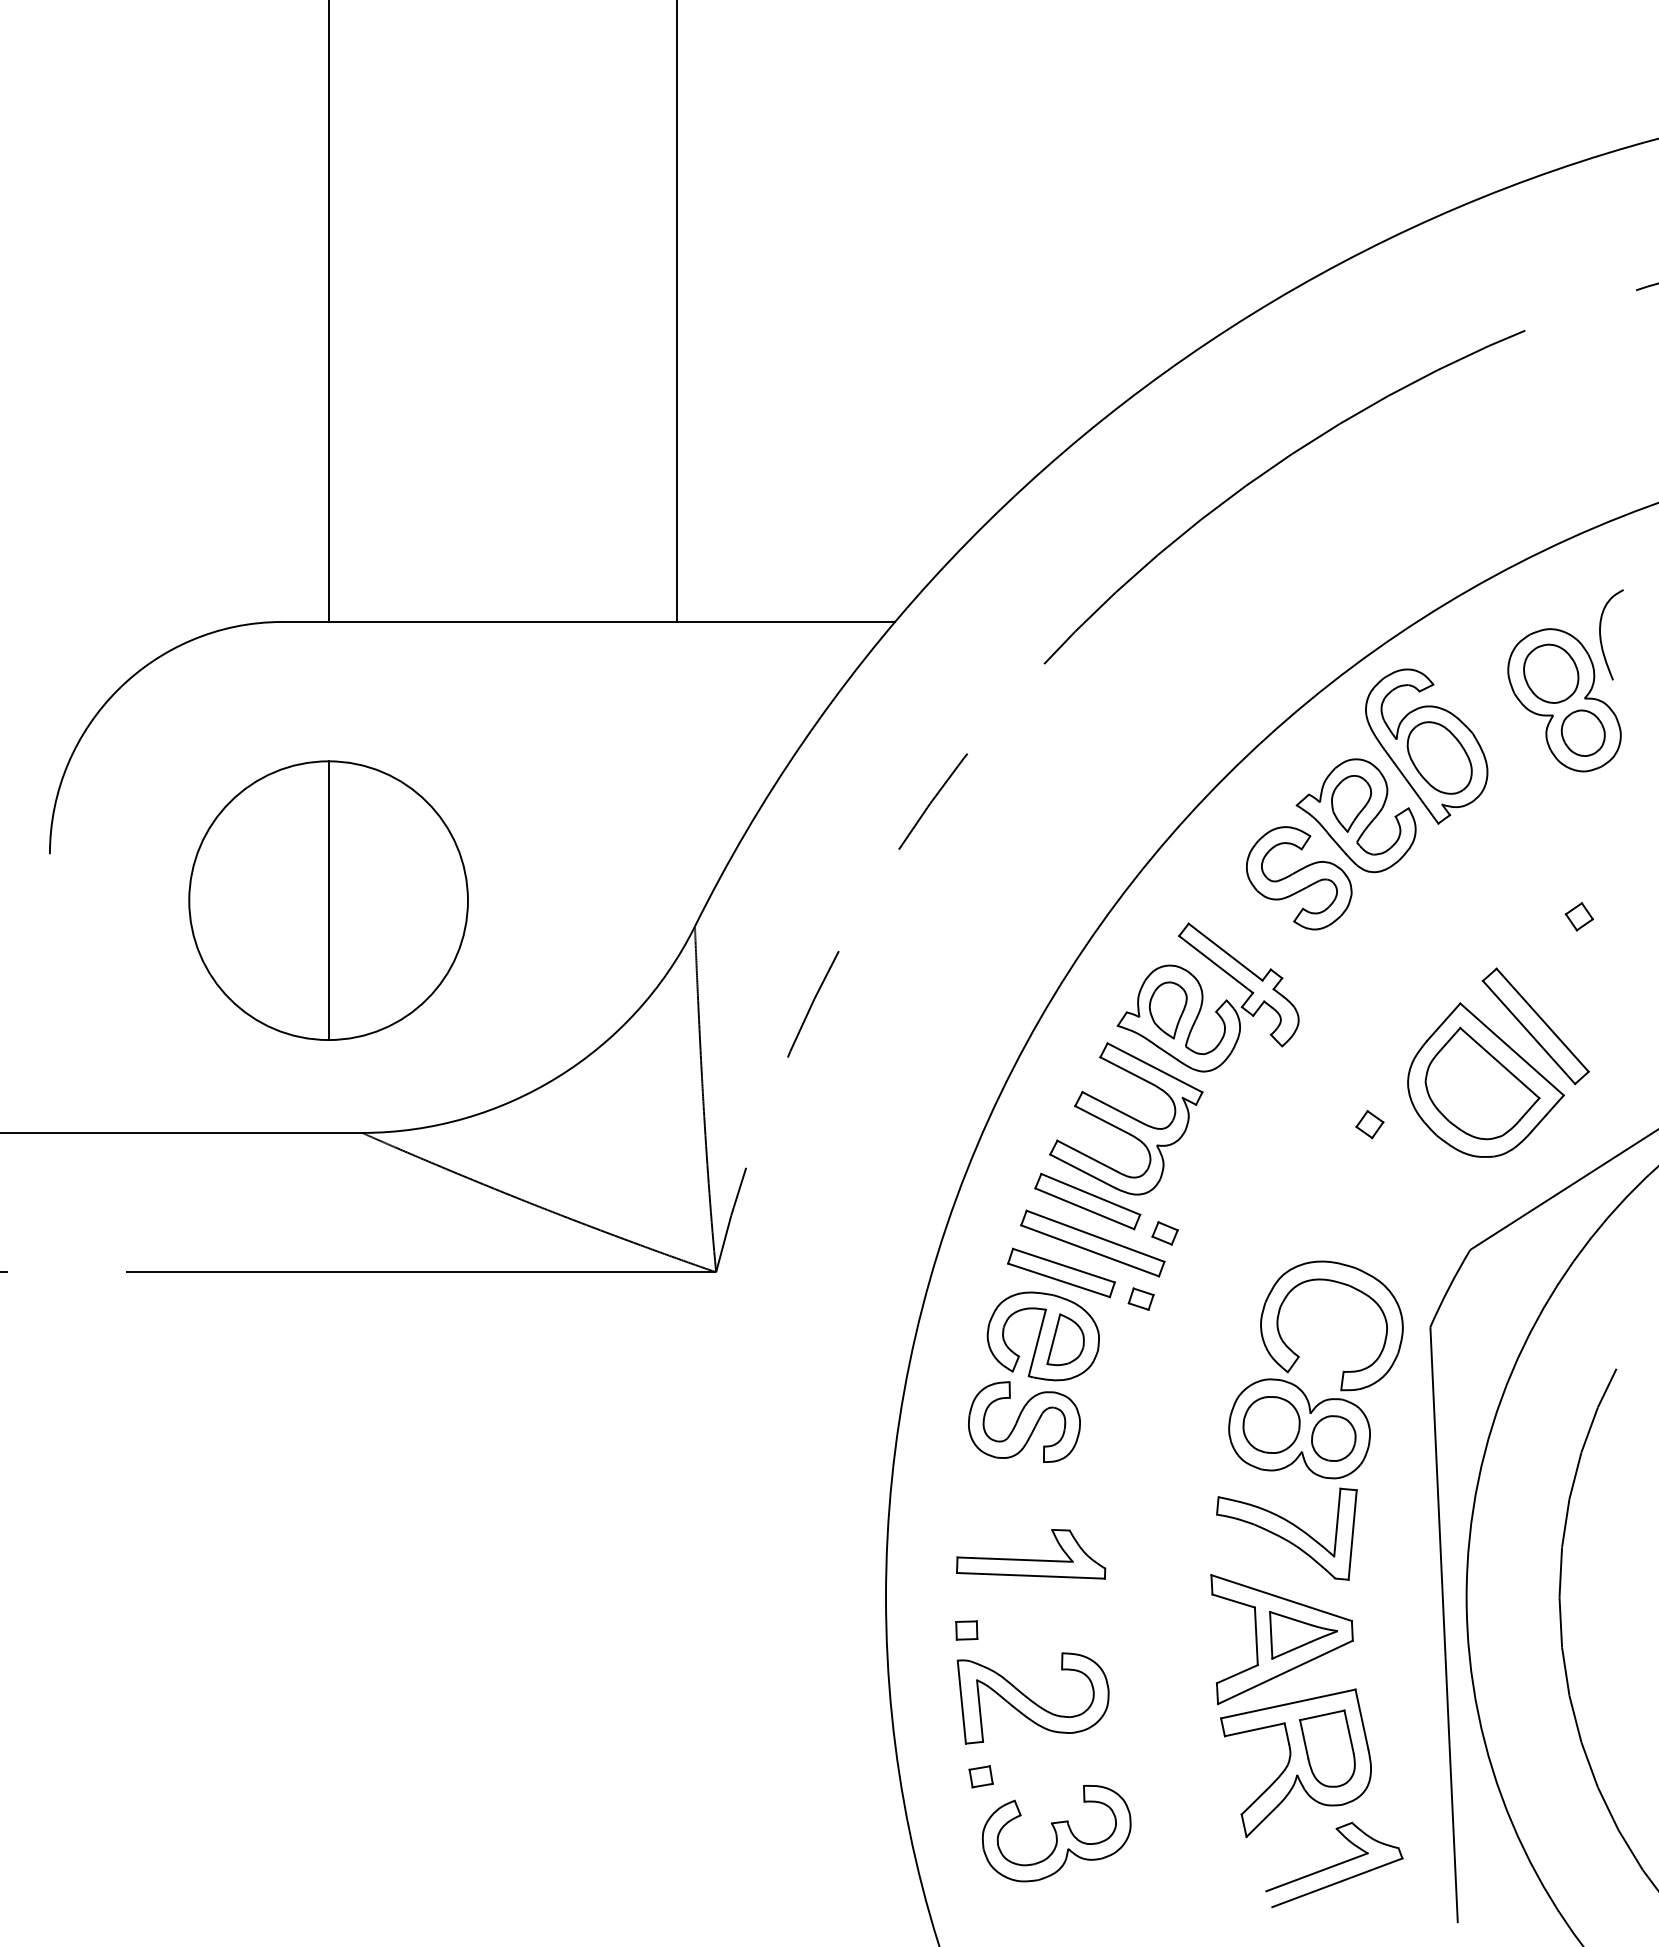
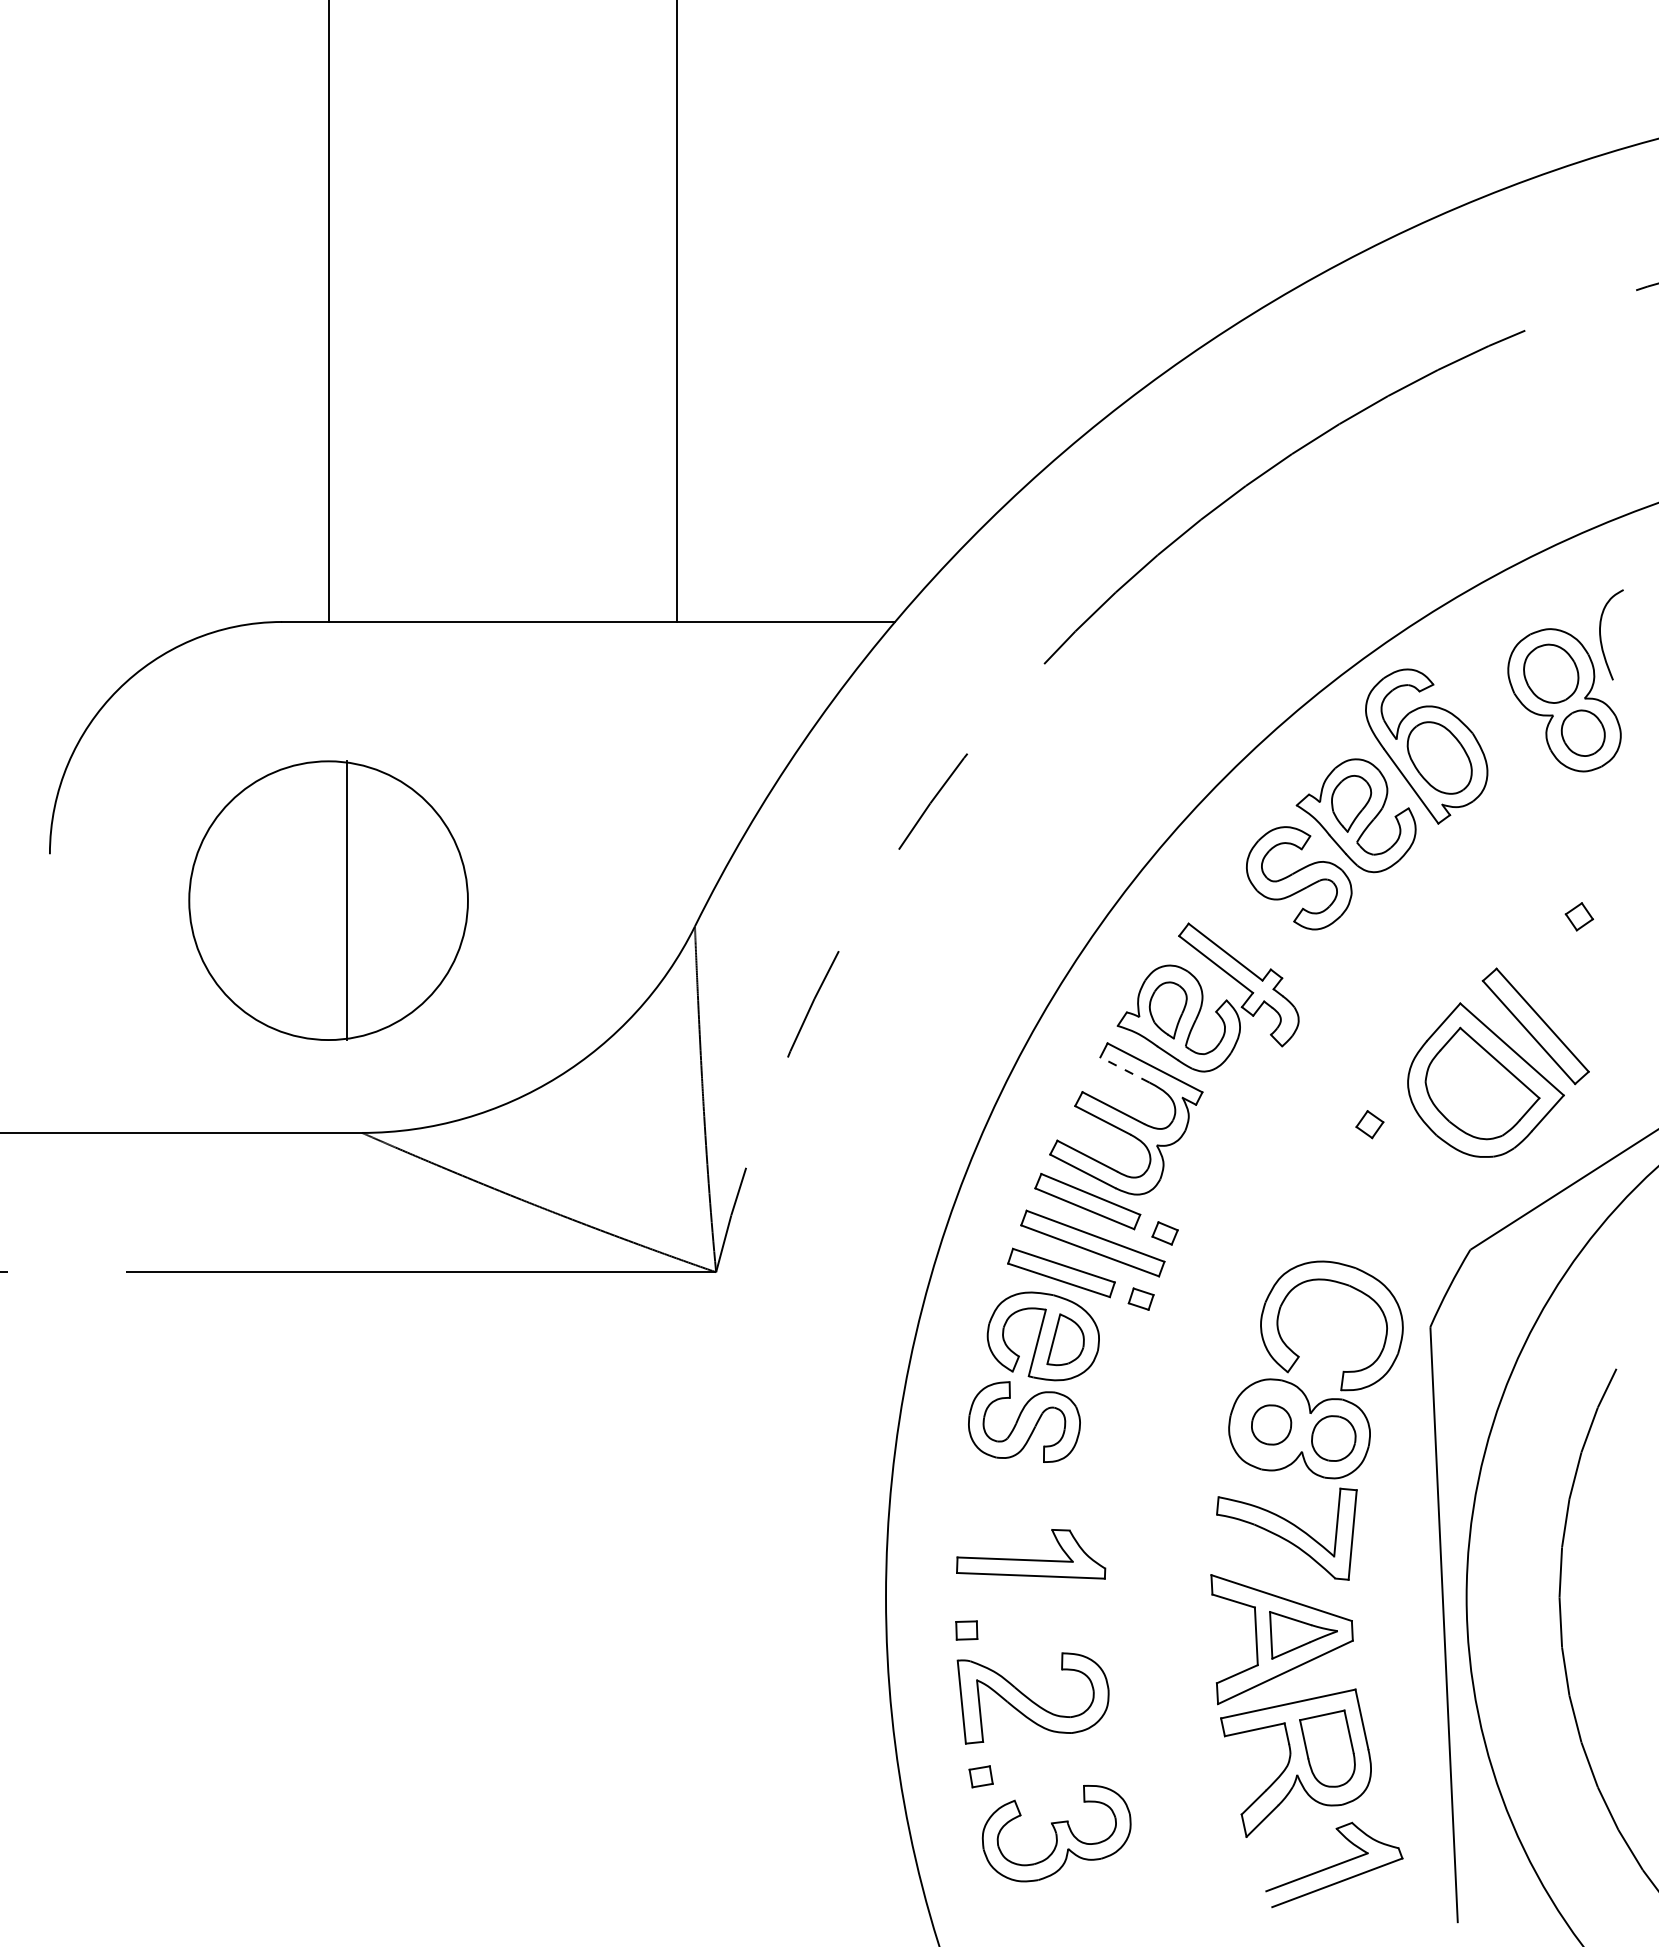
line at (328, 900) position: (328, 900) -> (346, 900)
line at (1125, 1070): solid -> dashed
part at (1271, 1424) size: 59x58 px -> 42x42 px
